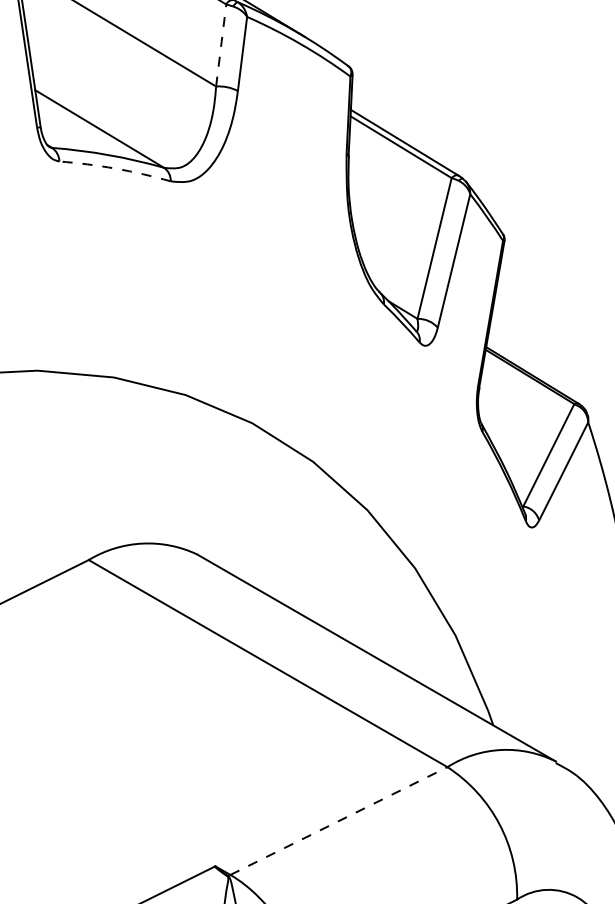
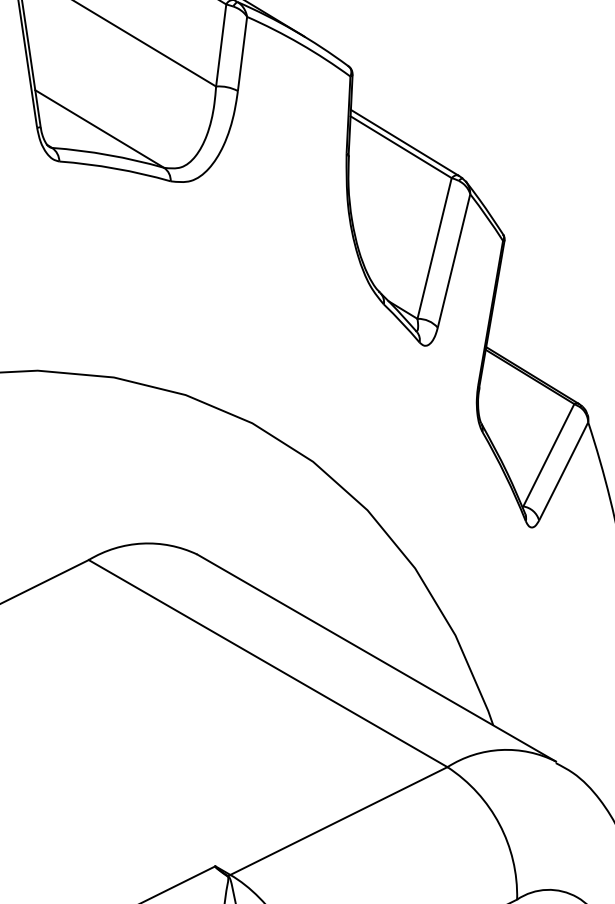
line at (221, 45): dashed -> solid
arc at (115, 168): dashed -> solid
line at (339, 820): dashed -> solid
